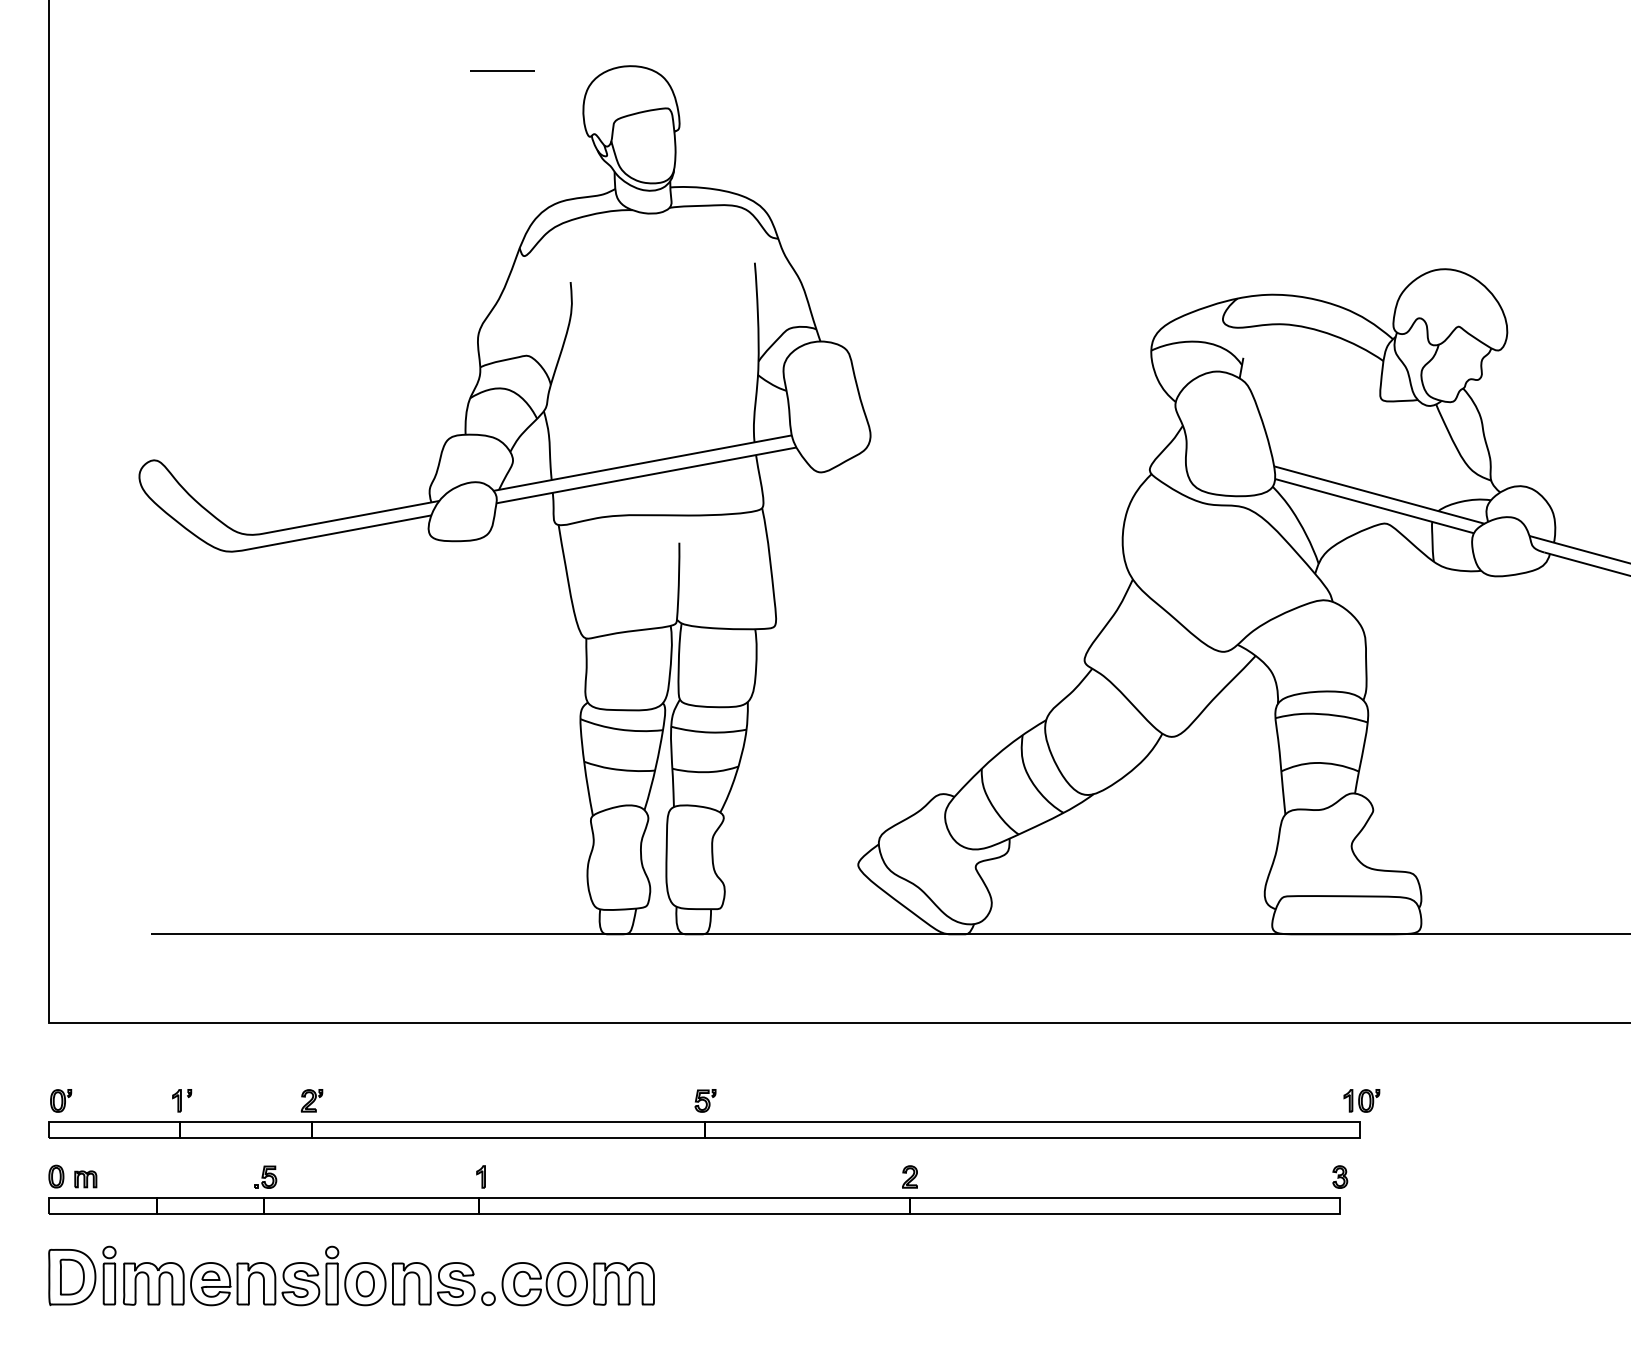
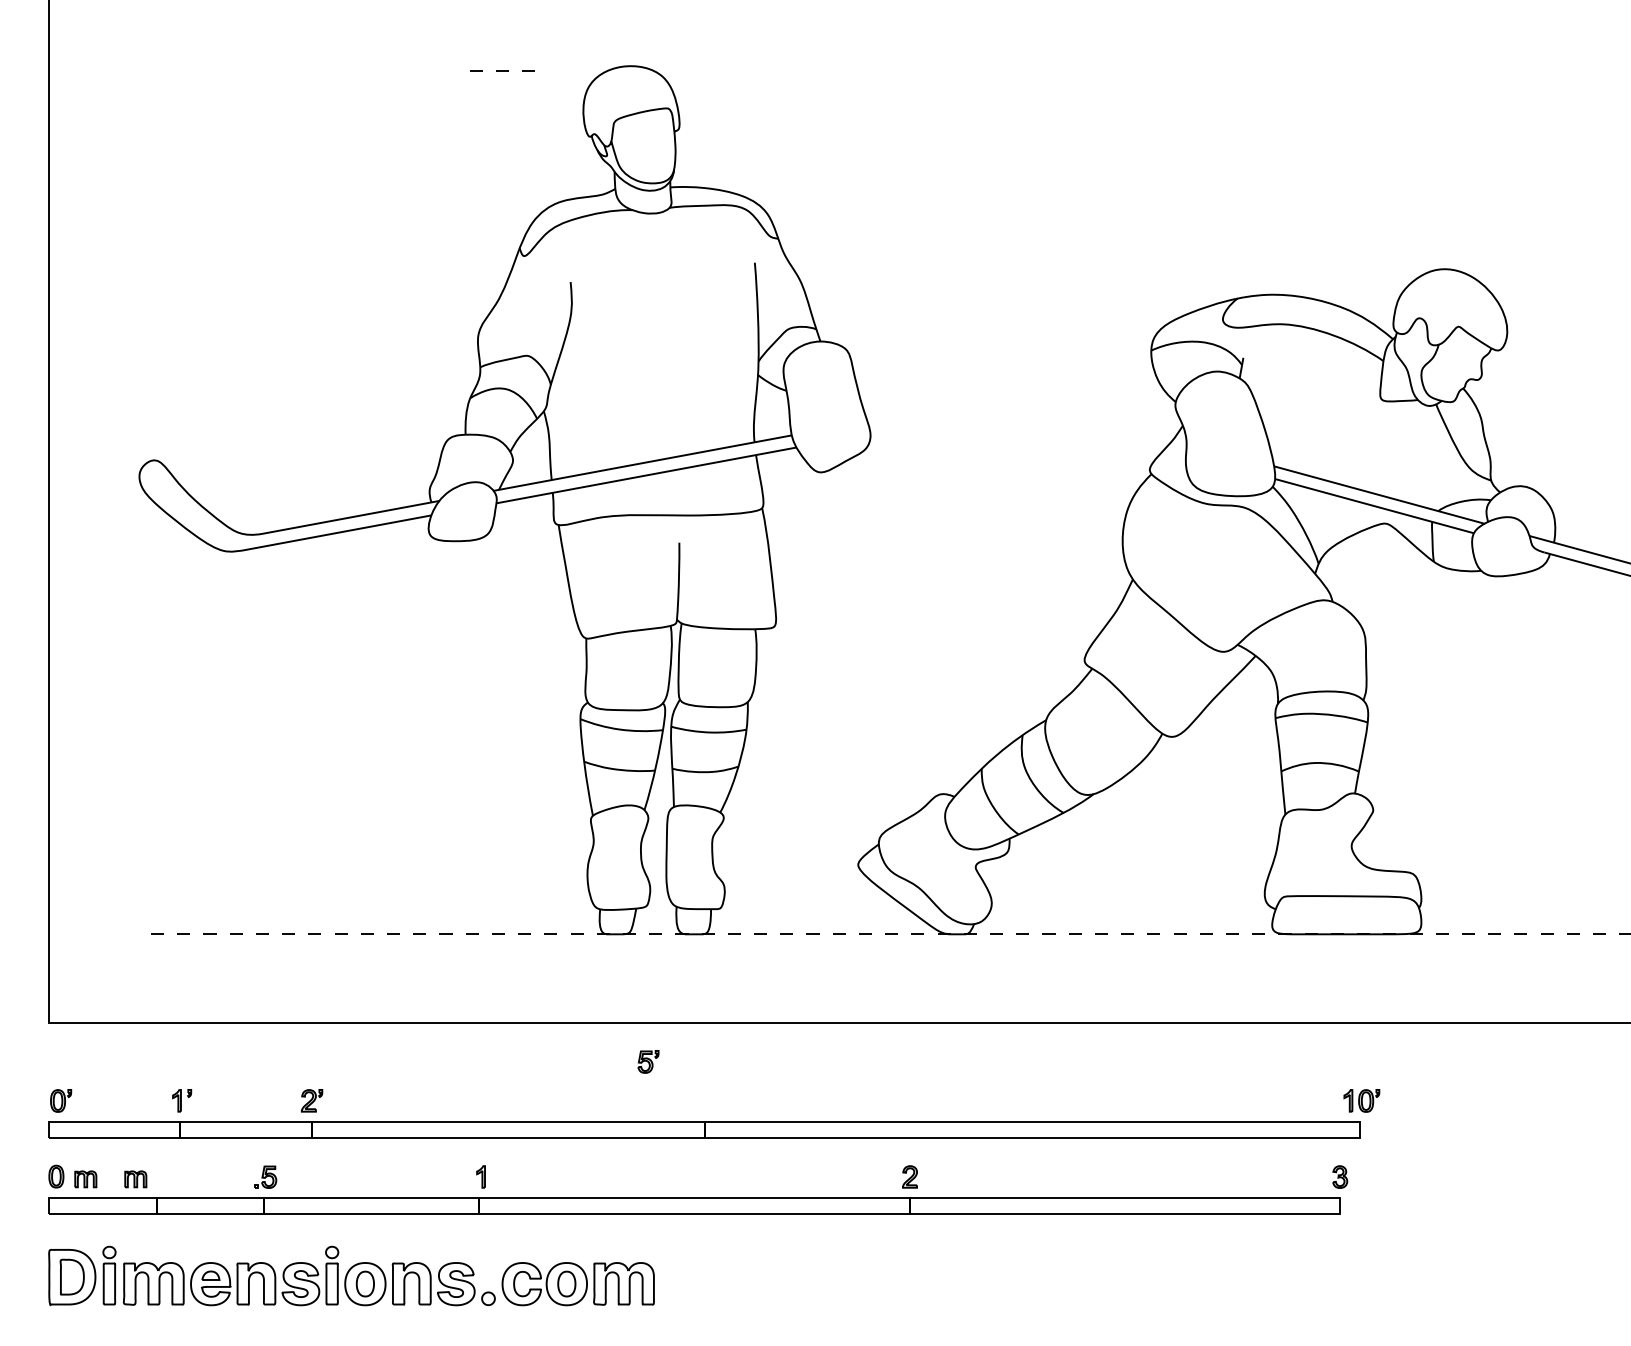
line at (502, 71): solid -> dashed
line at (890, 934): solid -> dashed
part at (705, 1100) position: (705, 1100) -> (648, 1061)
part at (135, 1179): none -> present
